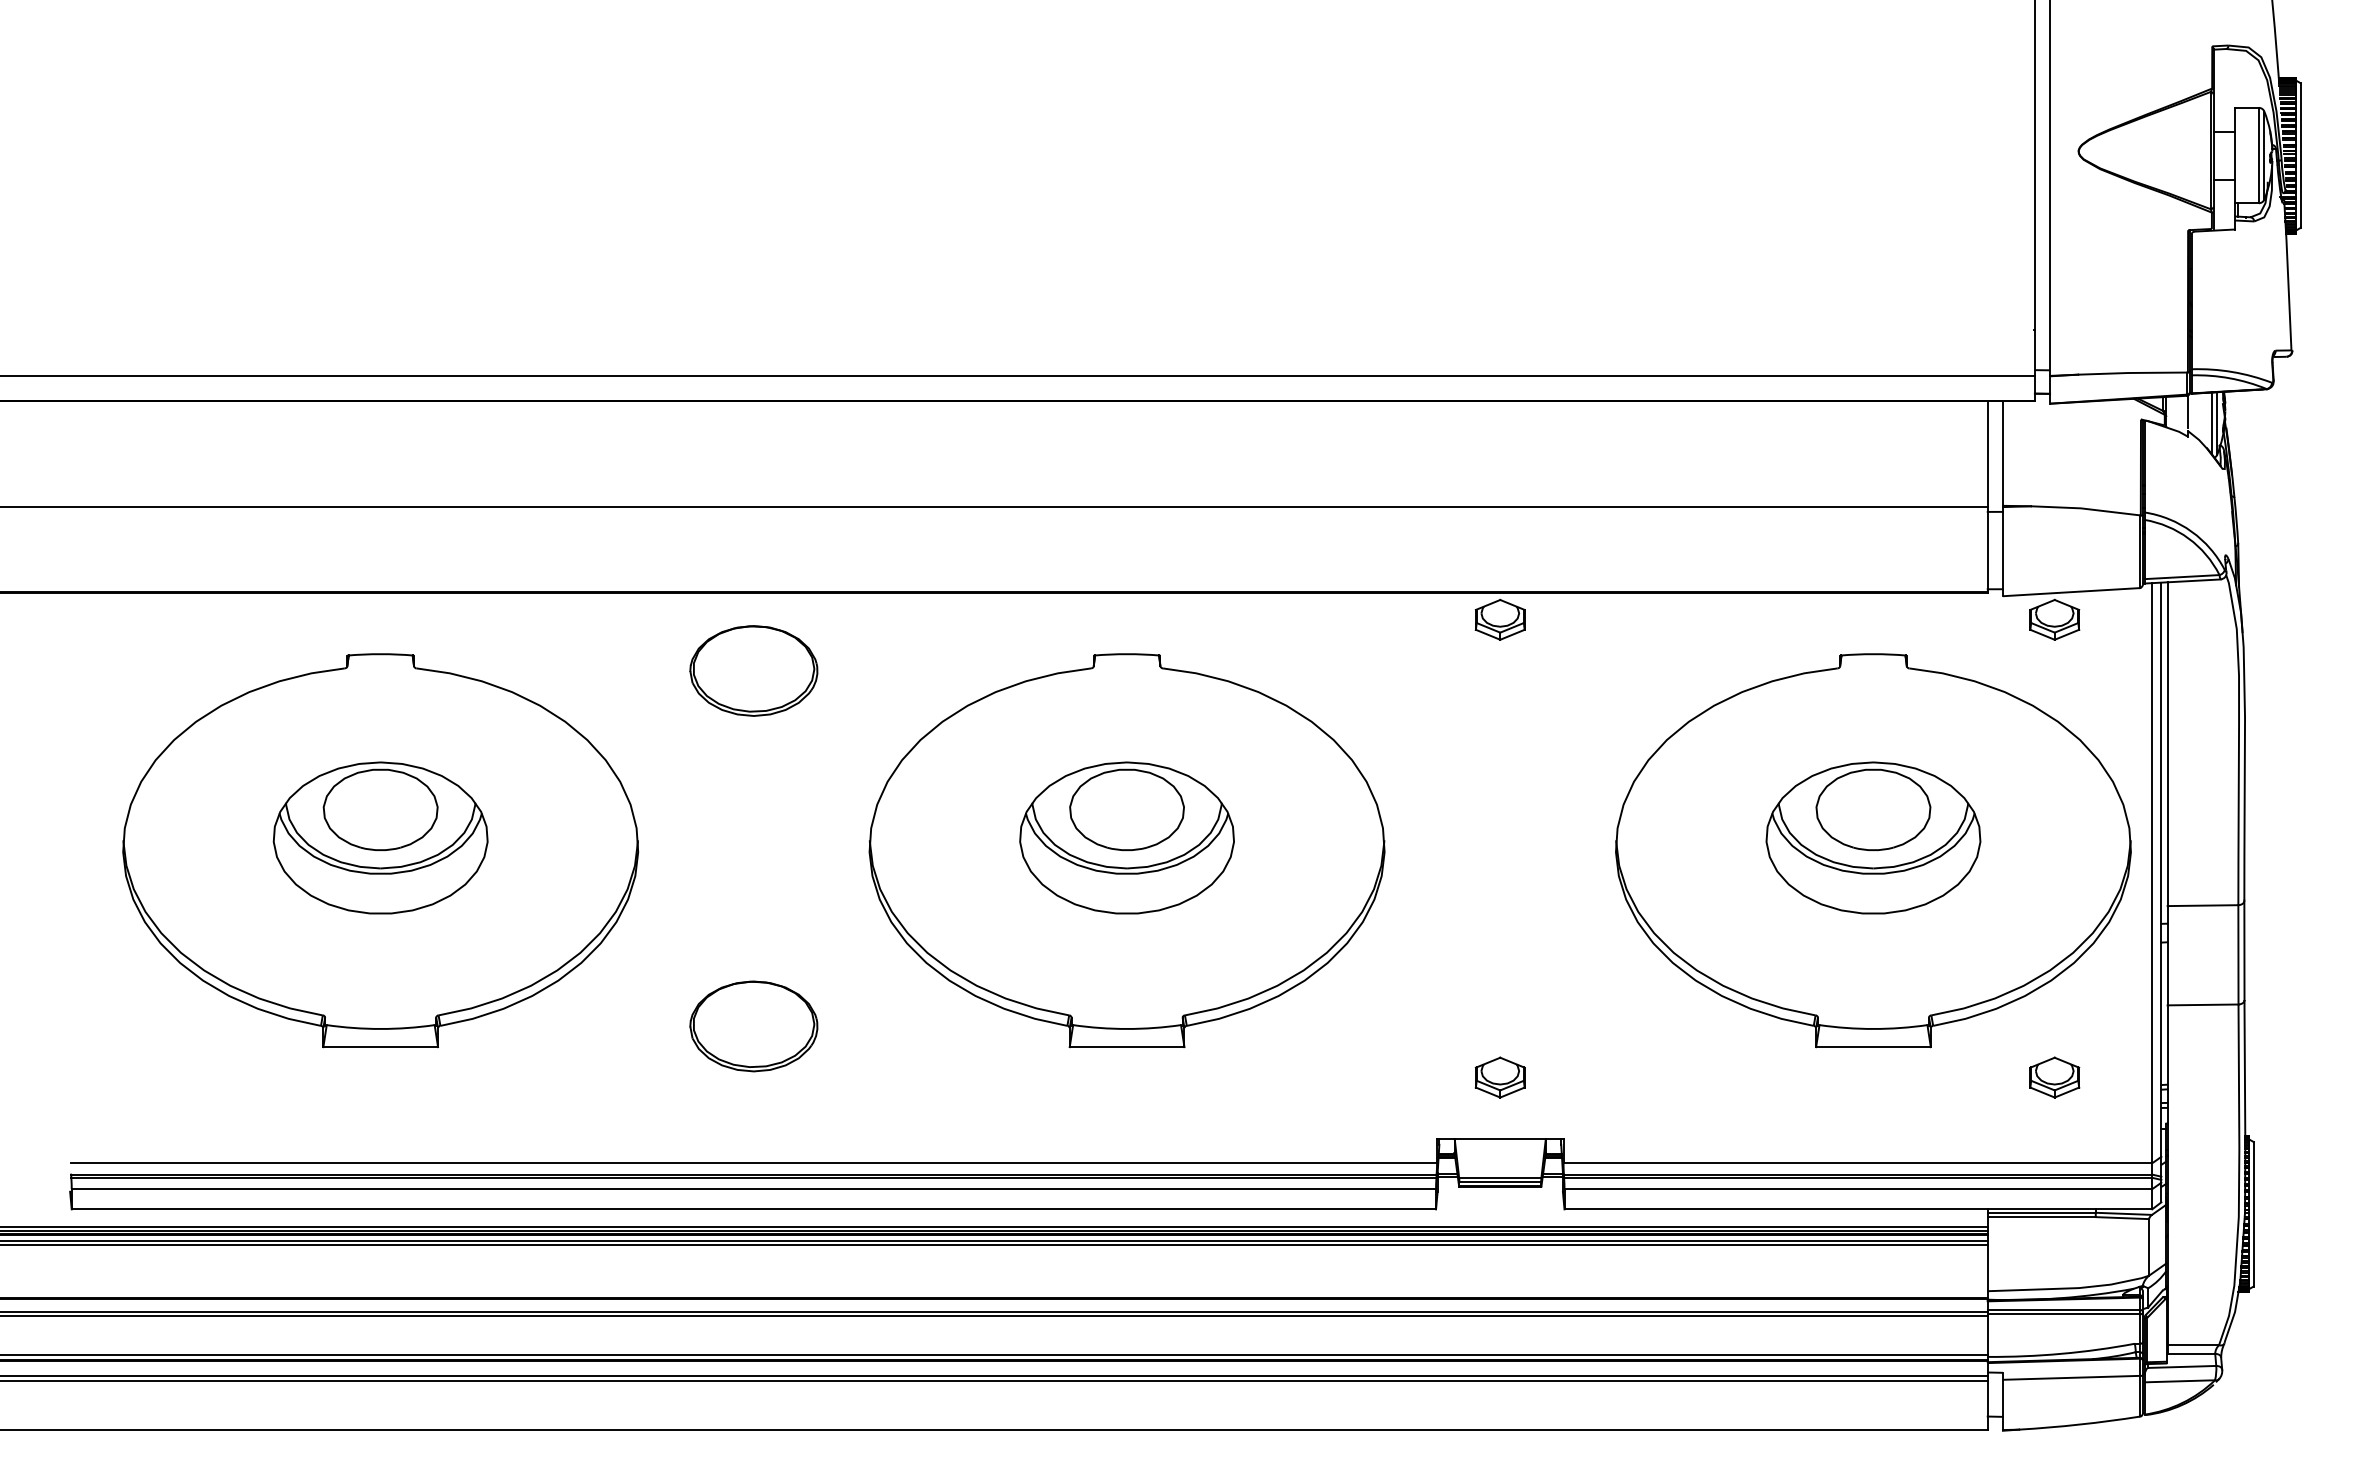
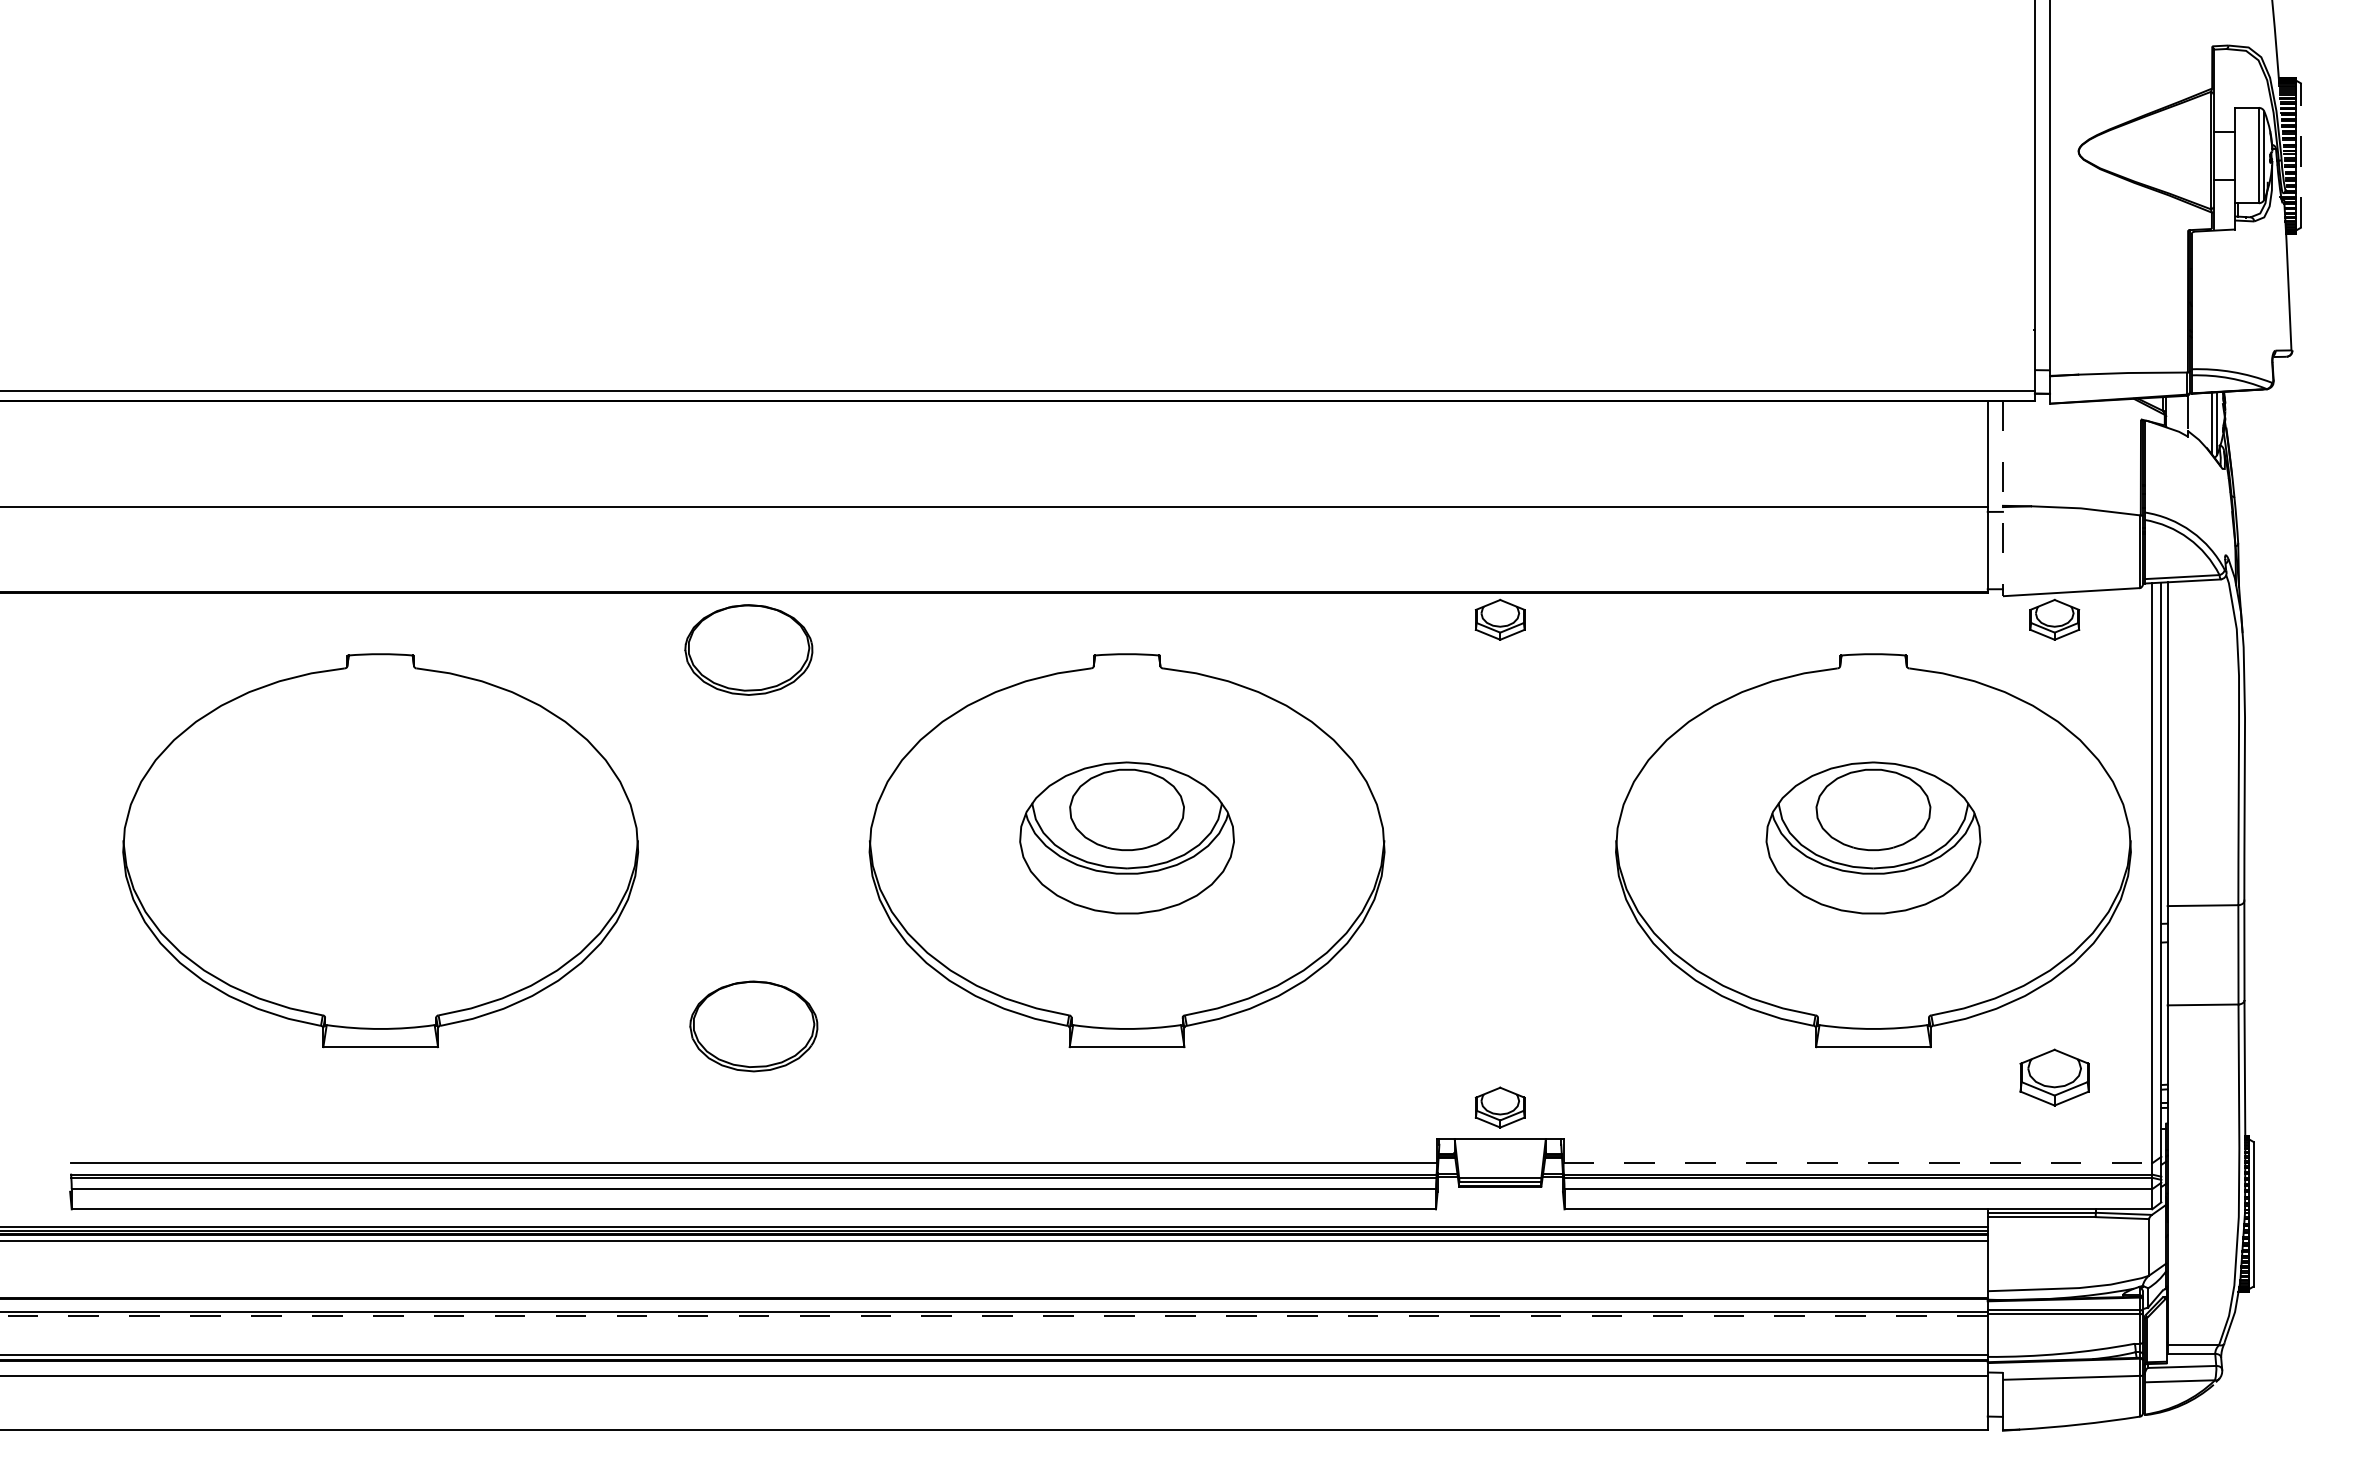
line at (2300, 155): solid -> dashed
line at (1018, 376) position: (1018, 376) -> (1018, 391)
line at (2002, 498): solid -> dashed
part at (753, 670) position: (753, 670) -> (748, 649)
part at (380, 837): present -> none
part at (1499, 1077) position: (1499, 1077) -> (1499, 1107)
part at (2054, 1077) size: 52x43 px -> 71x59 px
line at (1858, 1163): solid -> dashed
line at (994, 1245): present -> none
line at (993, 1316): solid -> dashed
line at (994, 1380): present -> none
